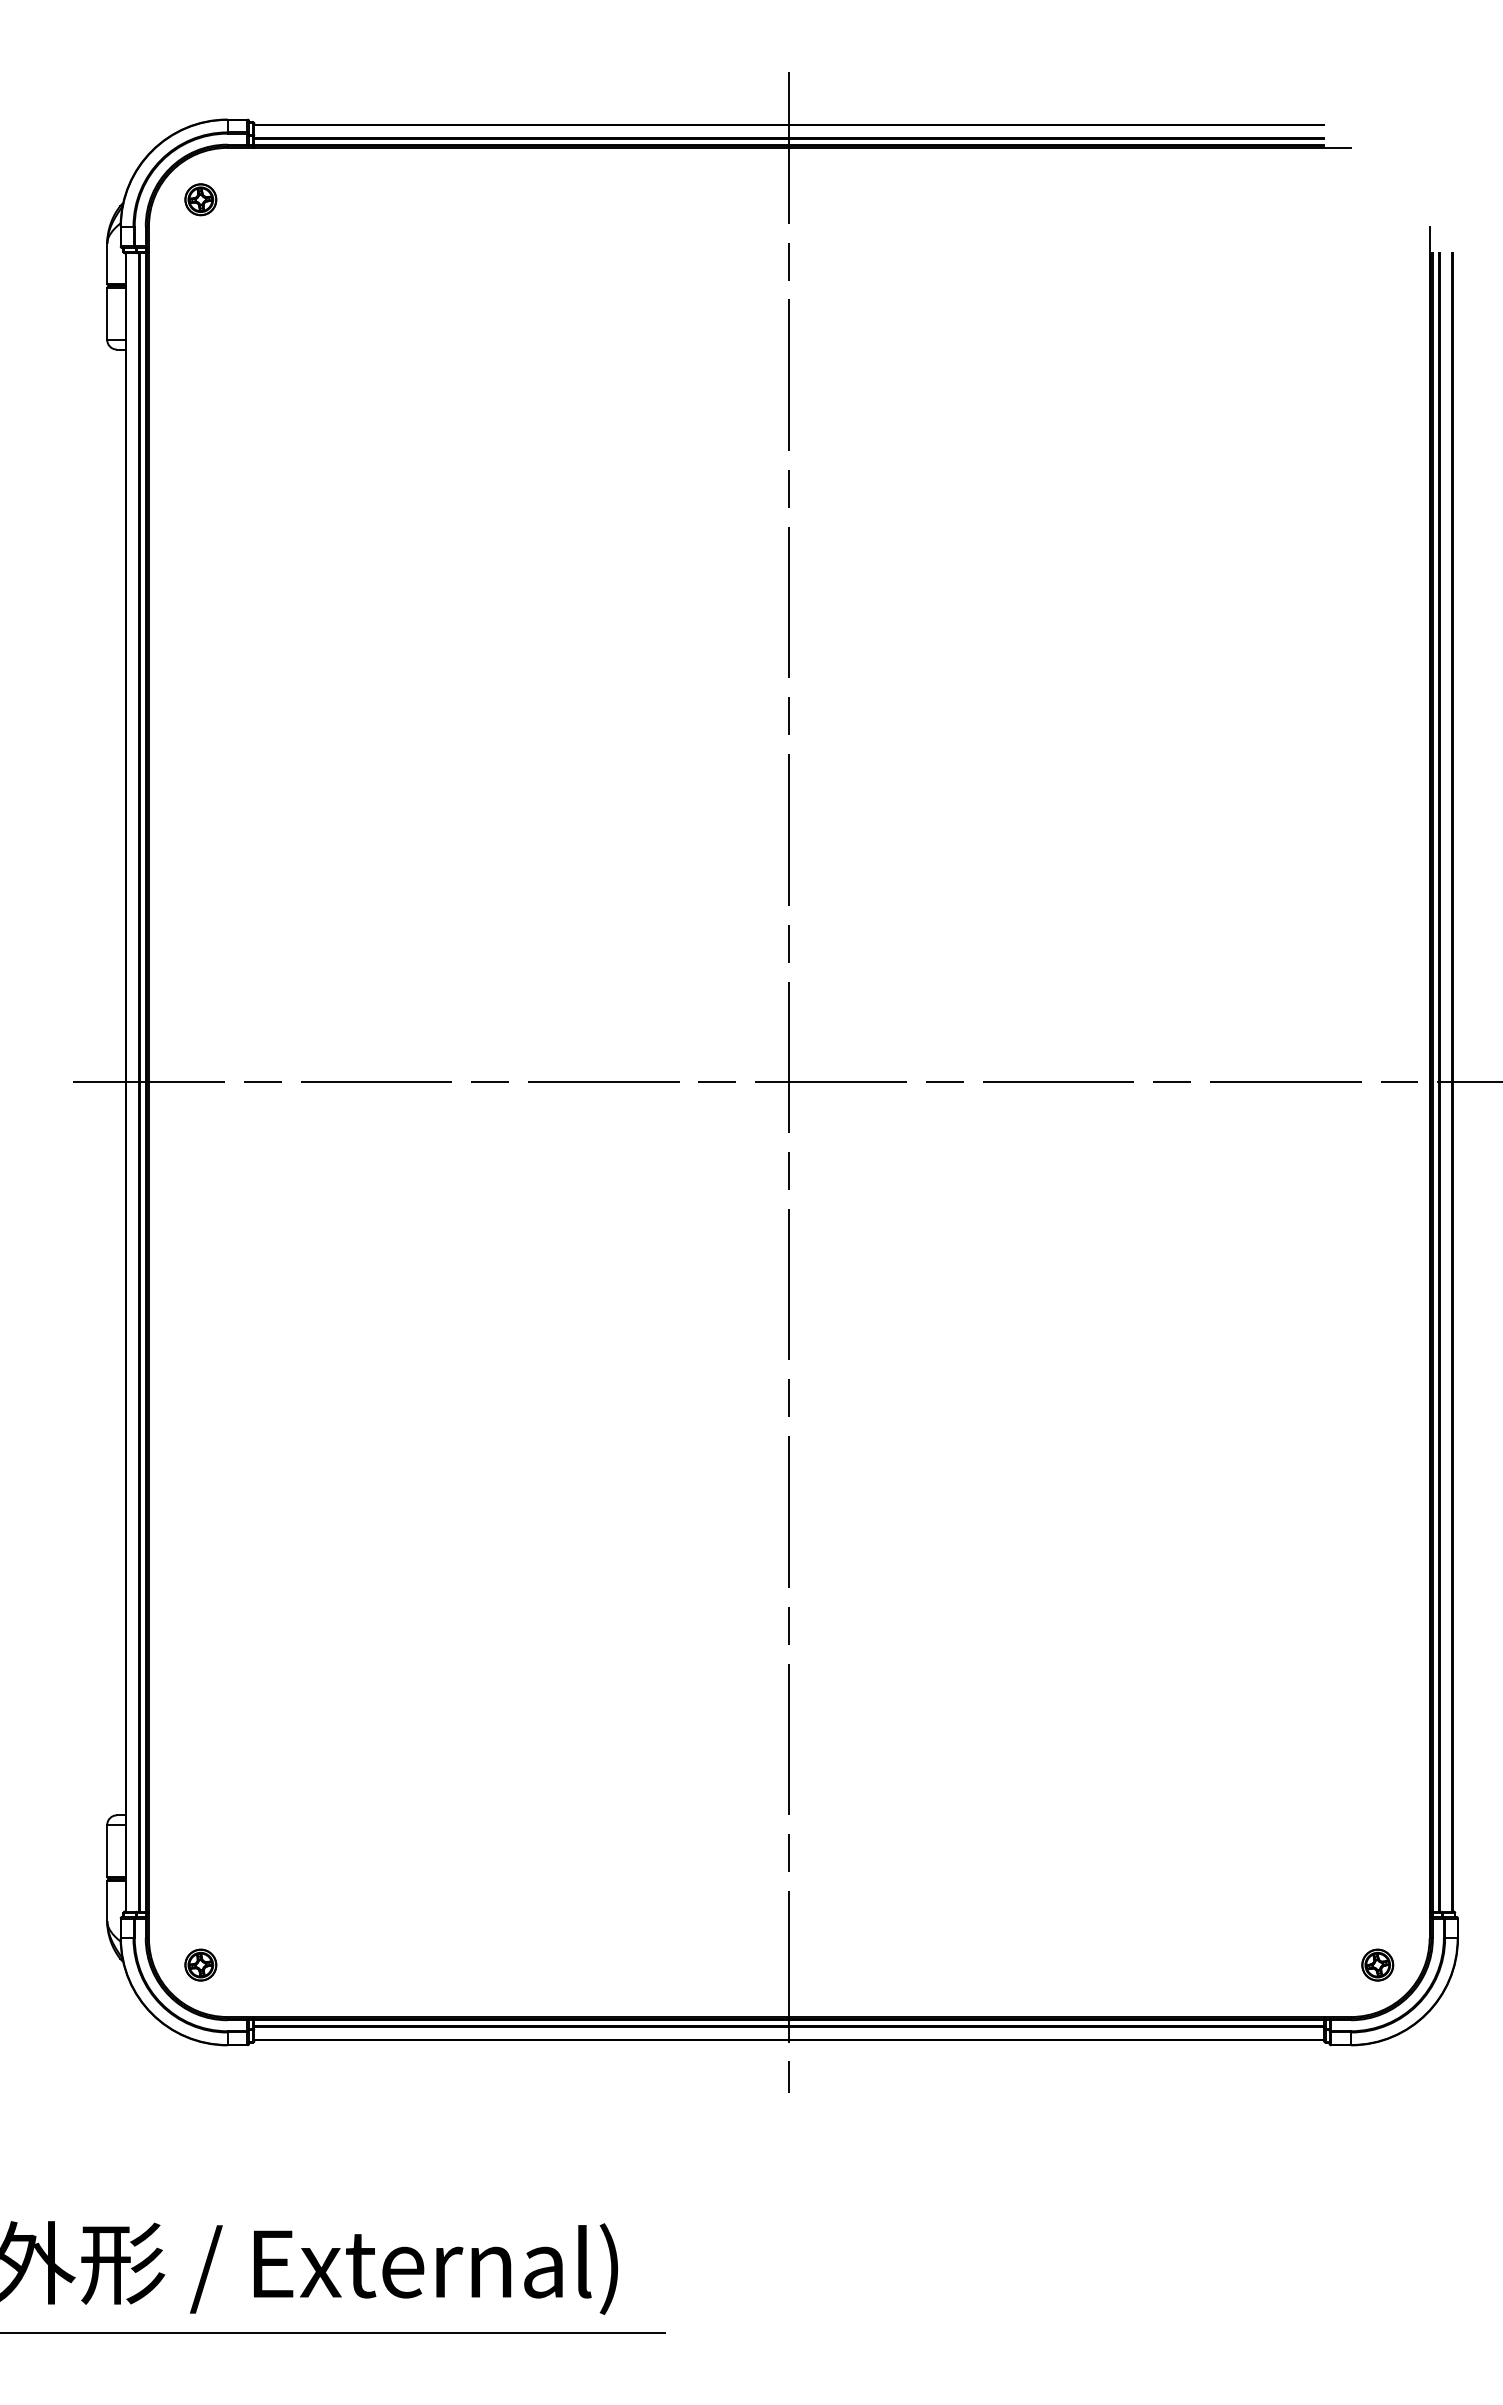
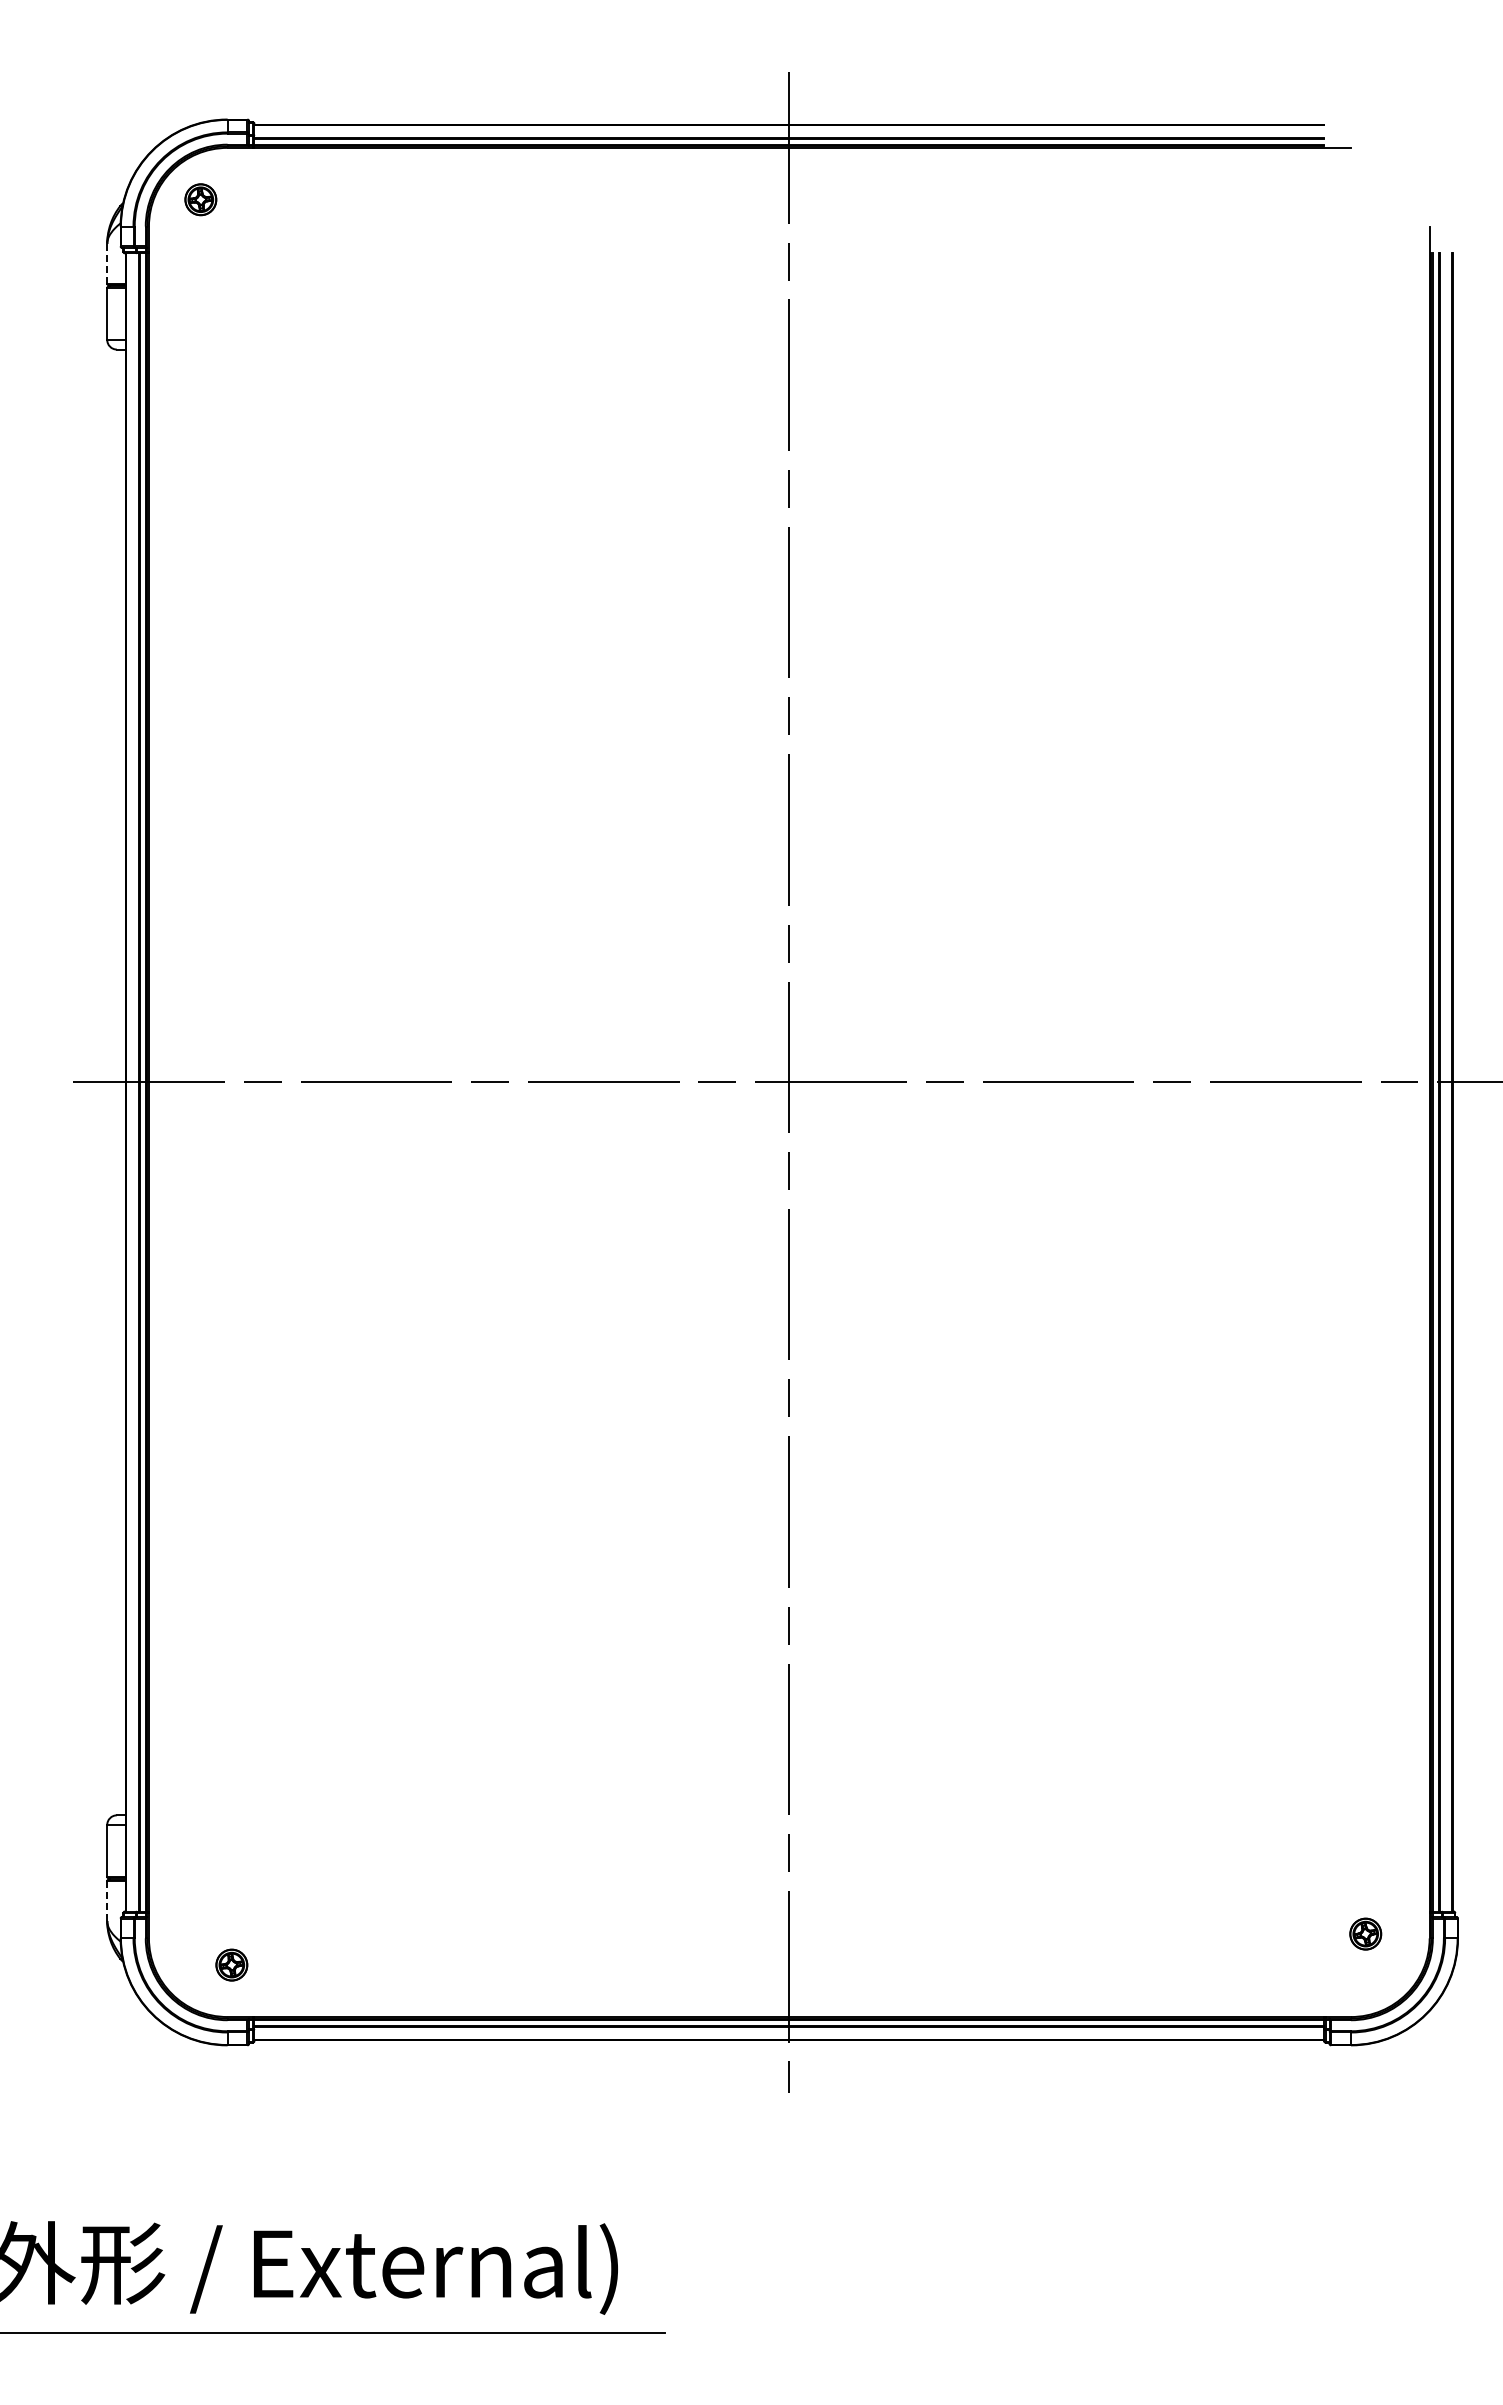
line at (107, 263): solid -> dashed
line at (107, 1901): solid -> dashed
part at (200, 1964) position: (200, 1964) -> (231, 1964)
part at (1377, 1964) position: (1377, 1964) -> (1365, 1933)
